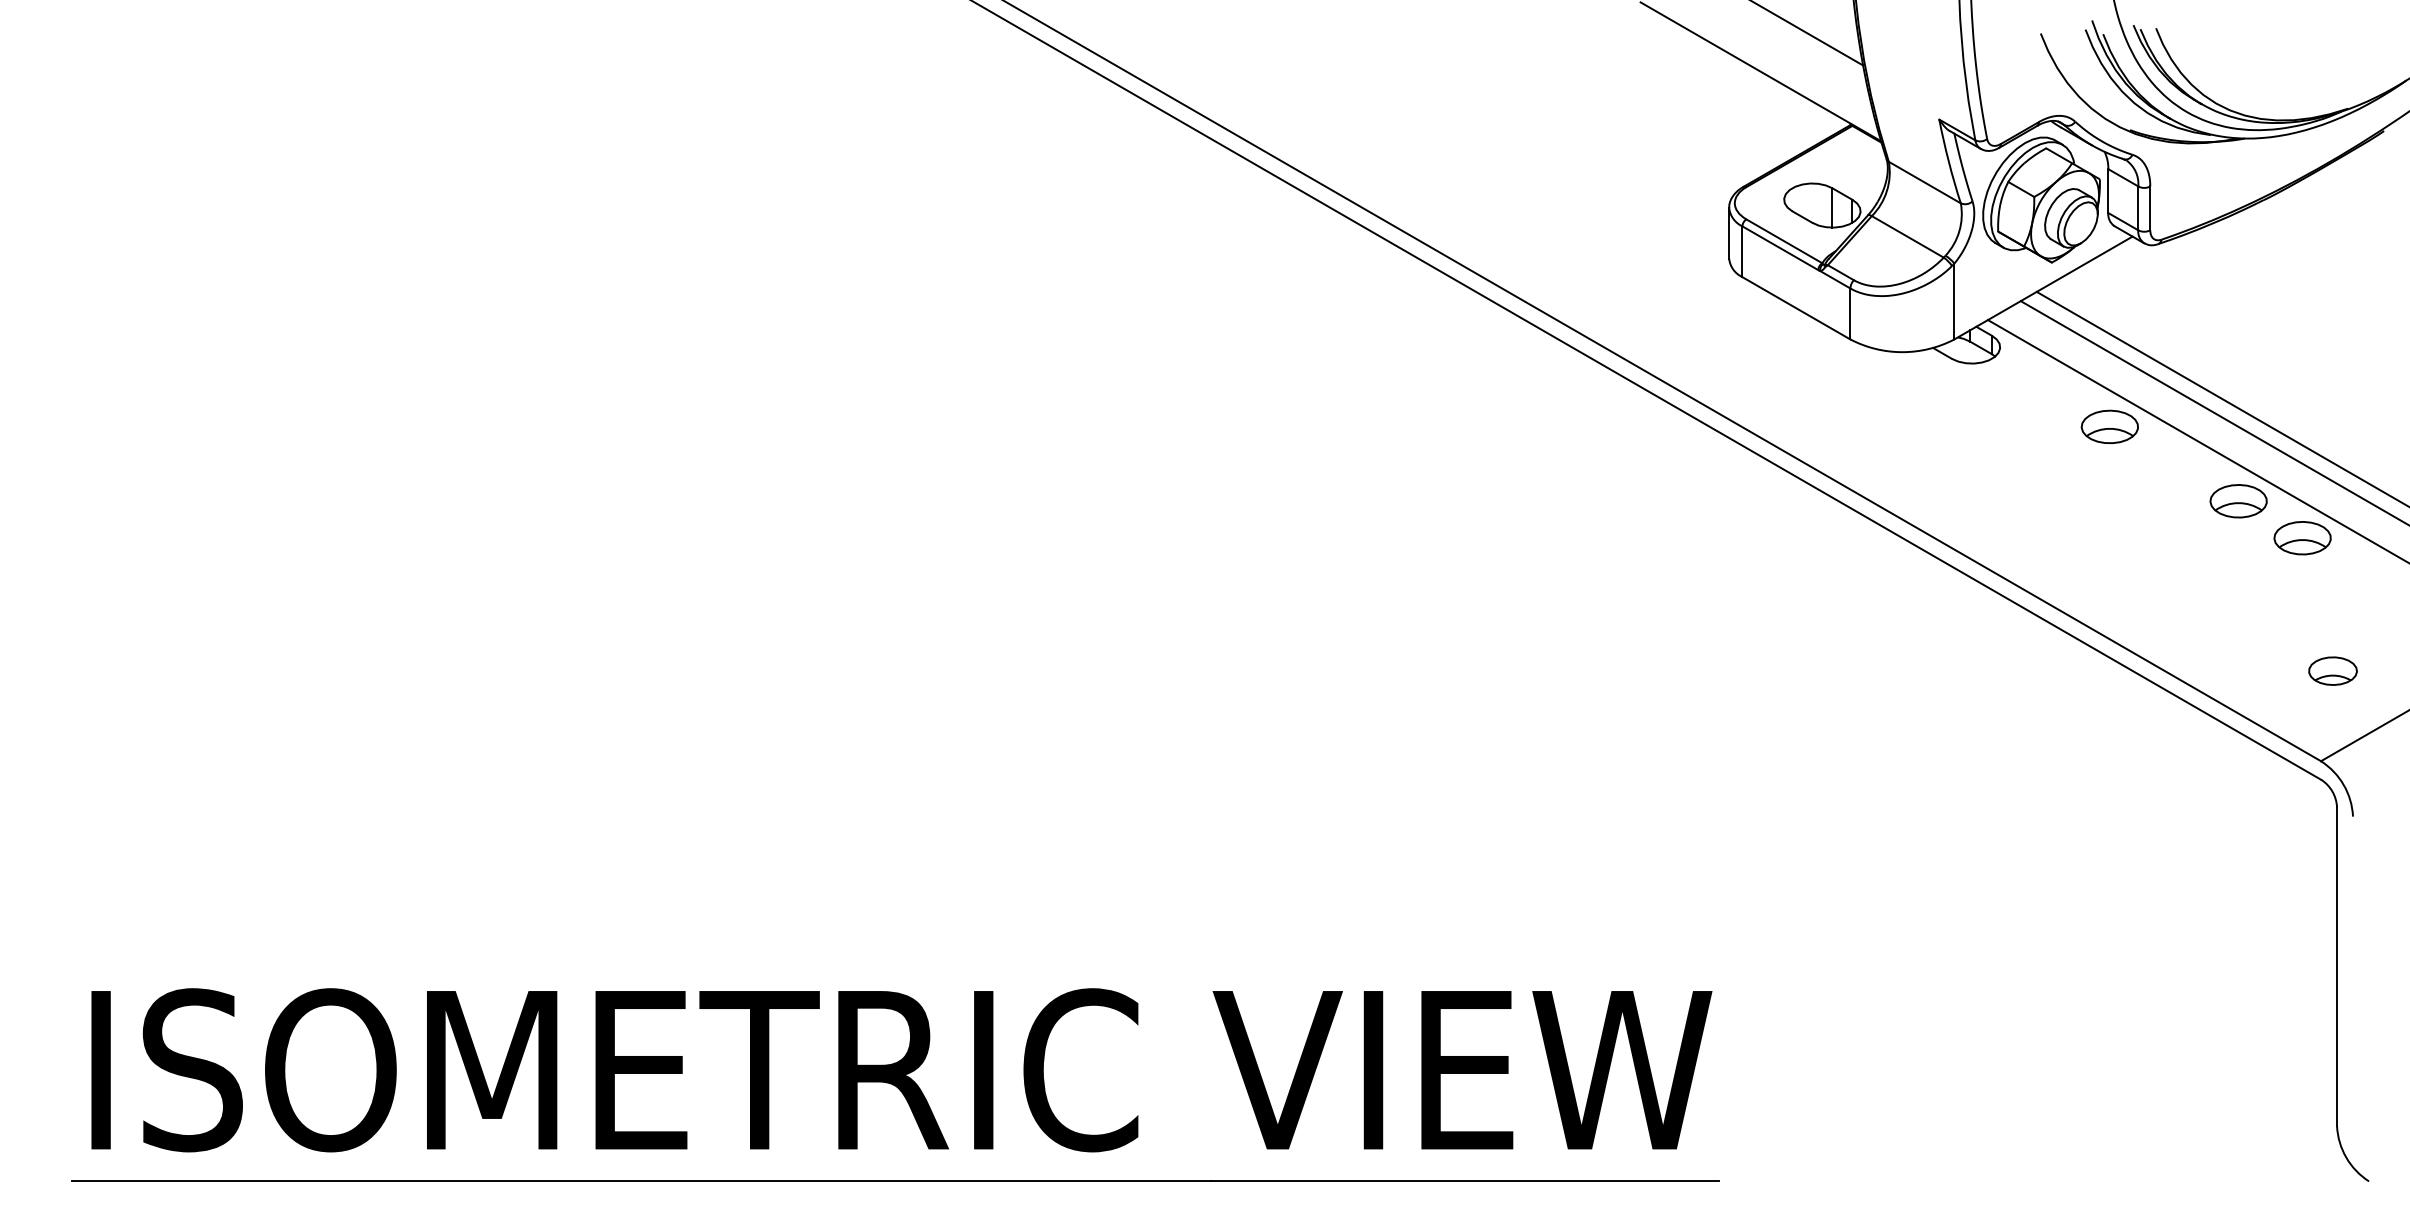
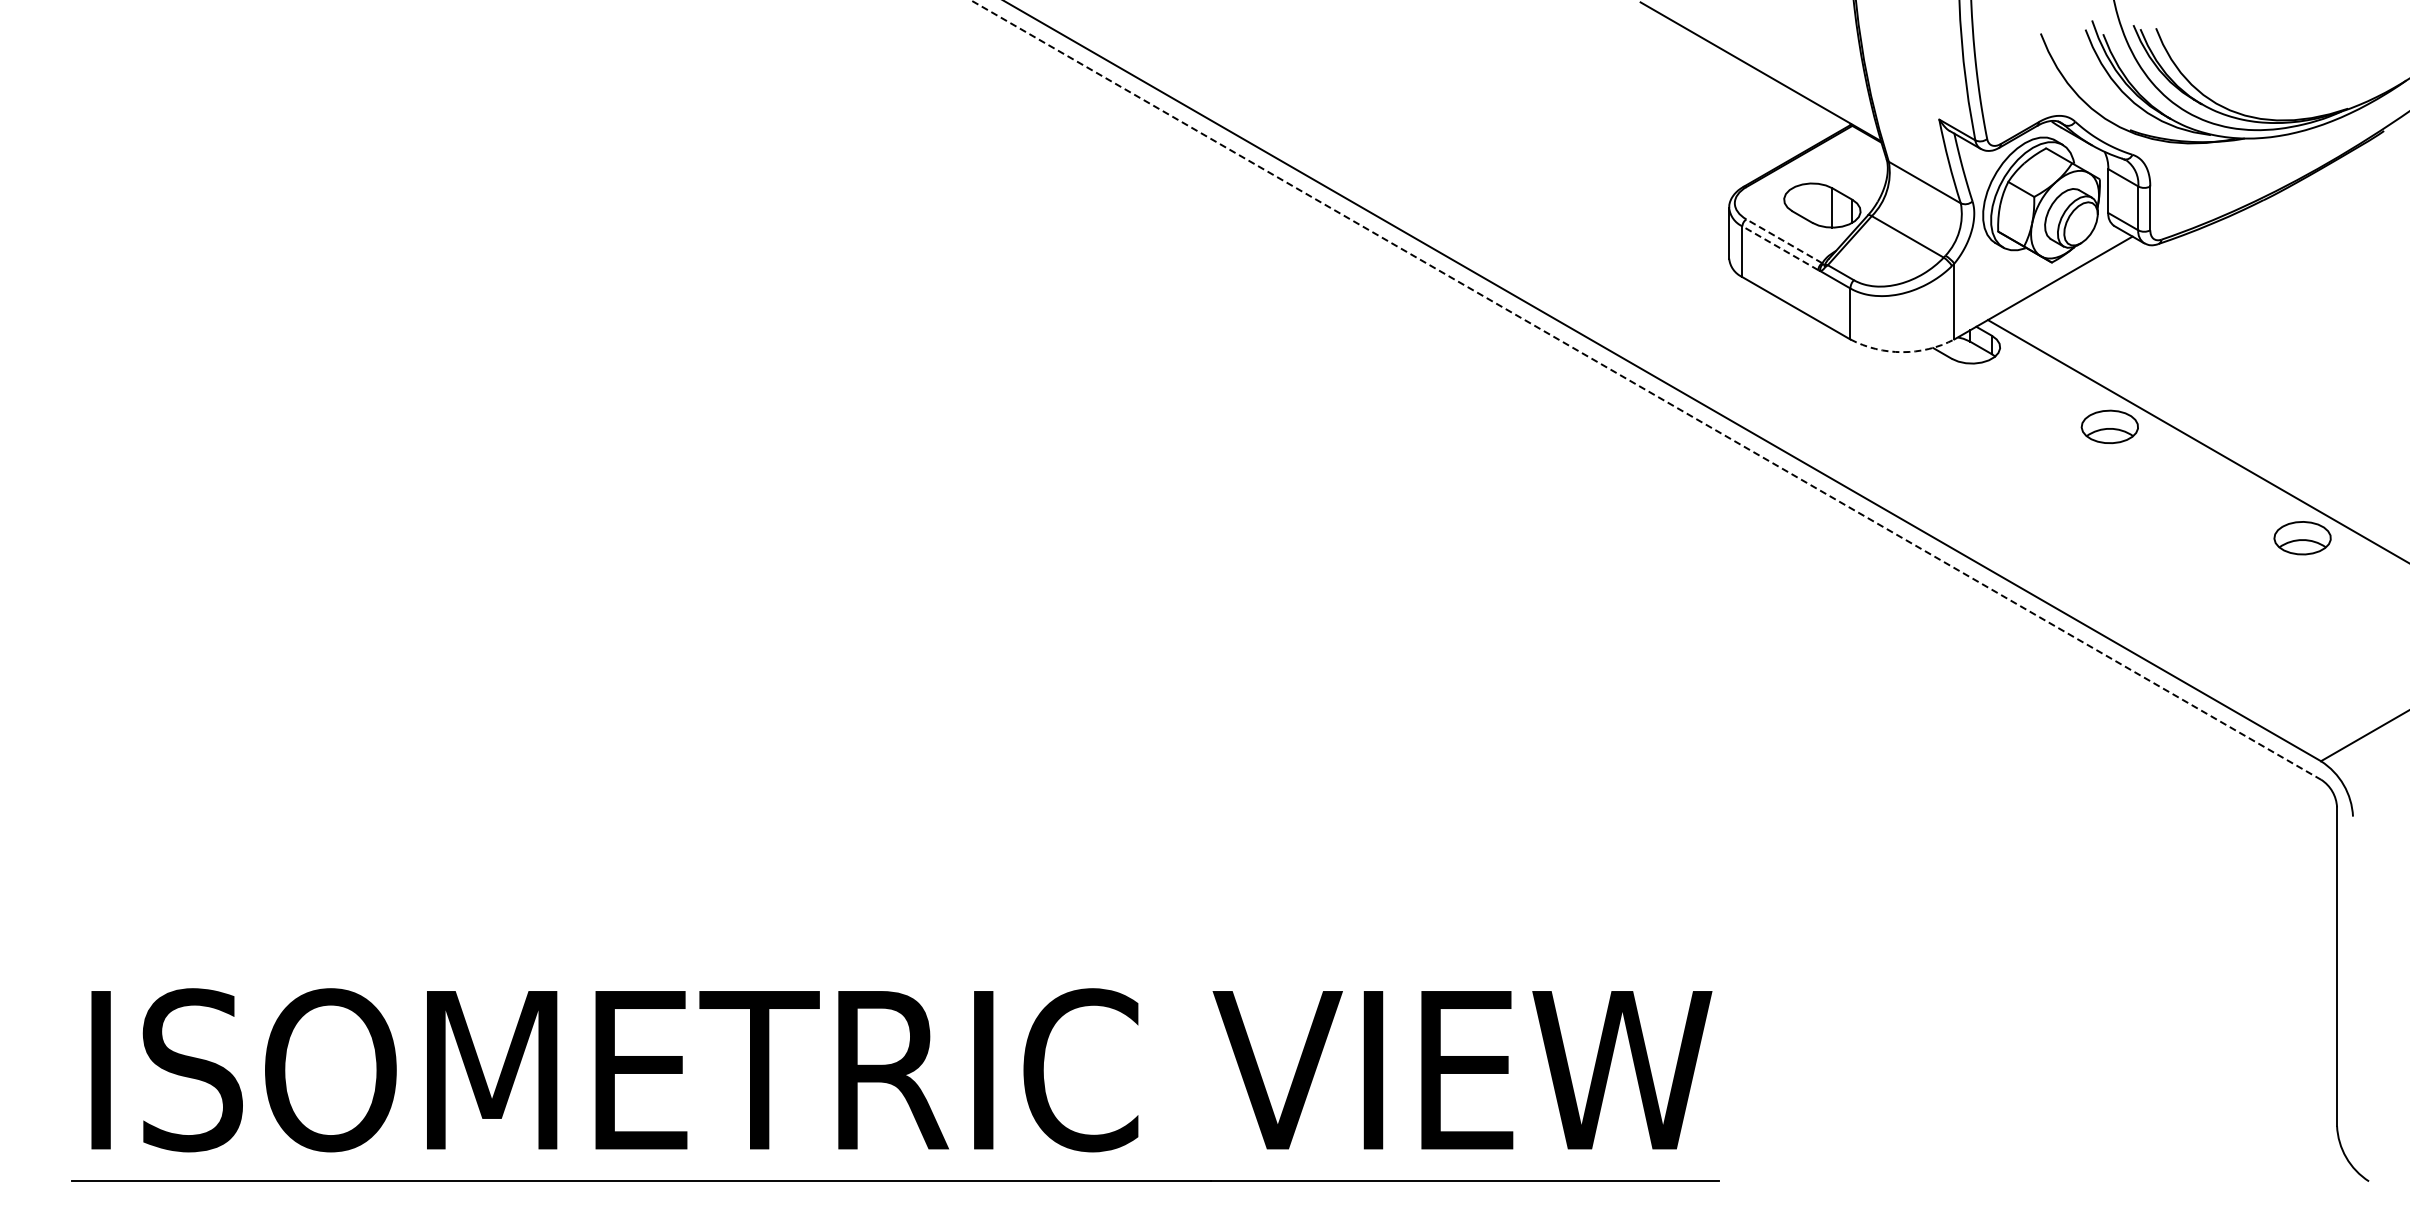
line at (1808, 33): present -> none
line at (1784, 241): solid -> dashed
line at (1780, 248): solid -> dashed
arc at (1902, 352): solid -> dashed
line at (1646, 390): solid -> dashed
line at (2221, 398): present -> none
line at (2213, 412): present -> none
part at (2238, 501): present -> none
part at (2332, 670): present -> none
